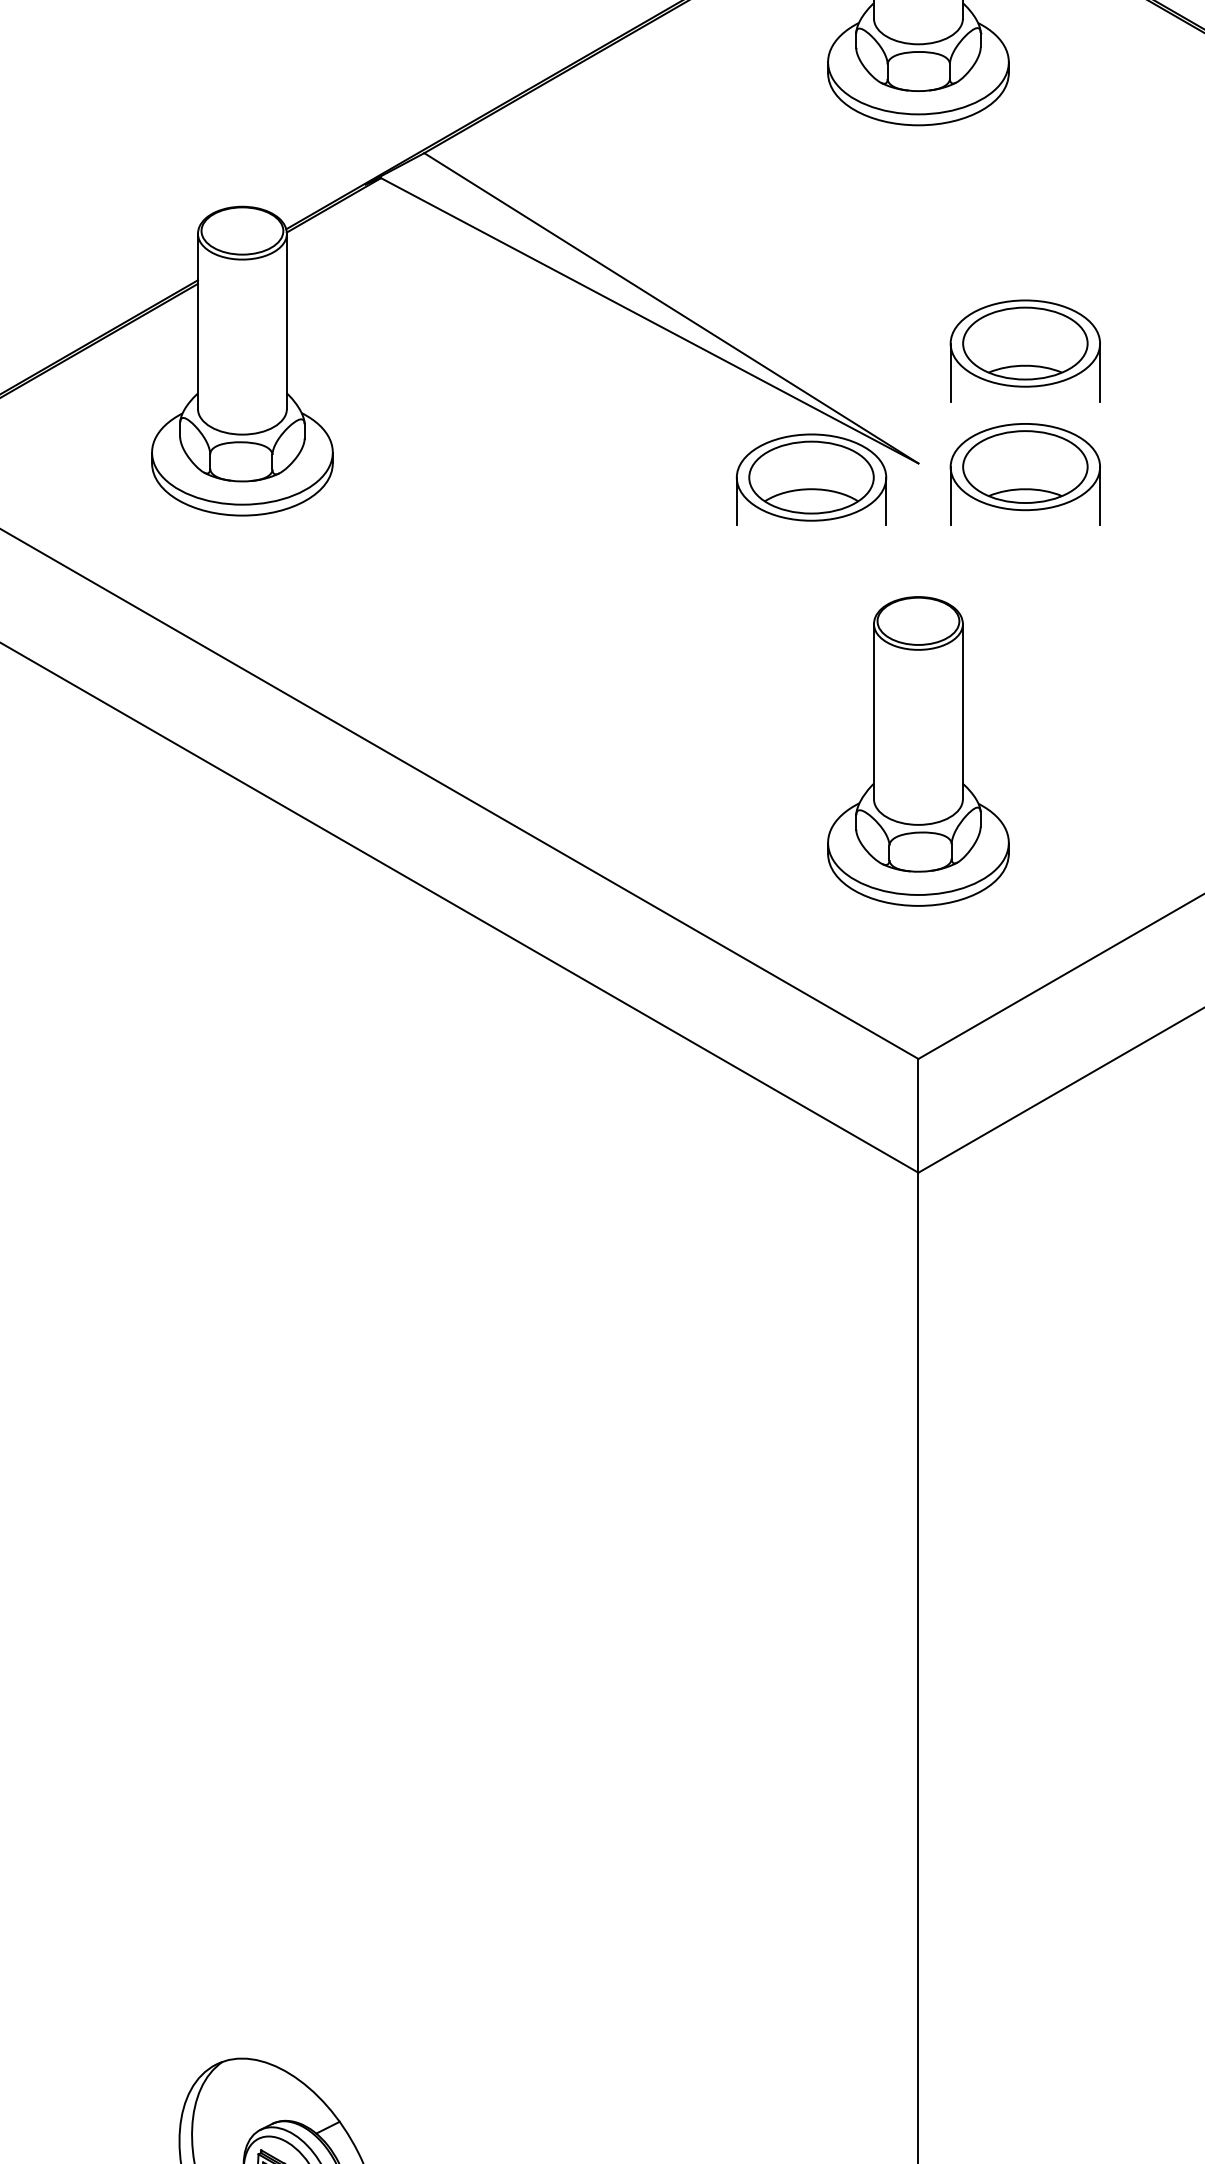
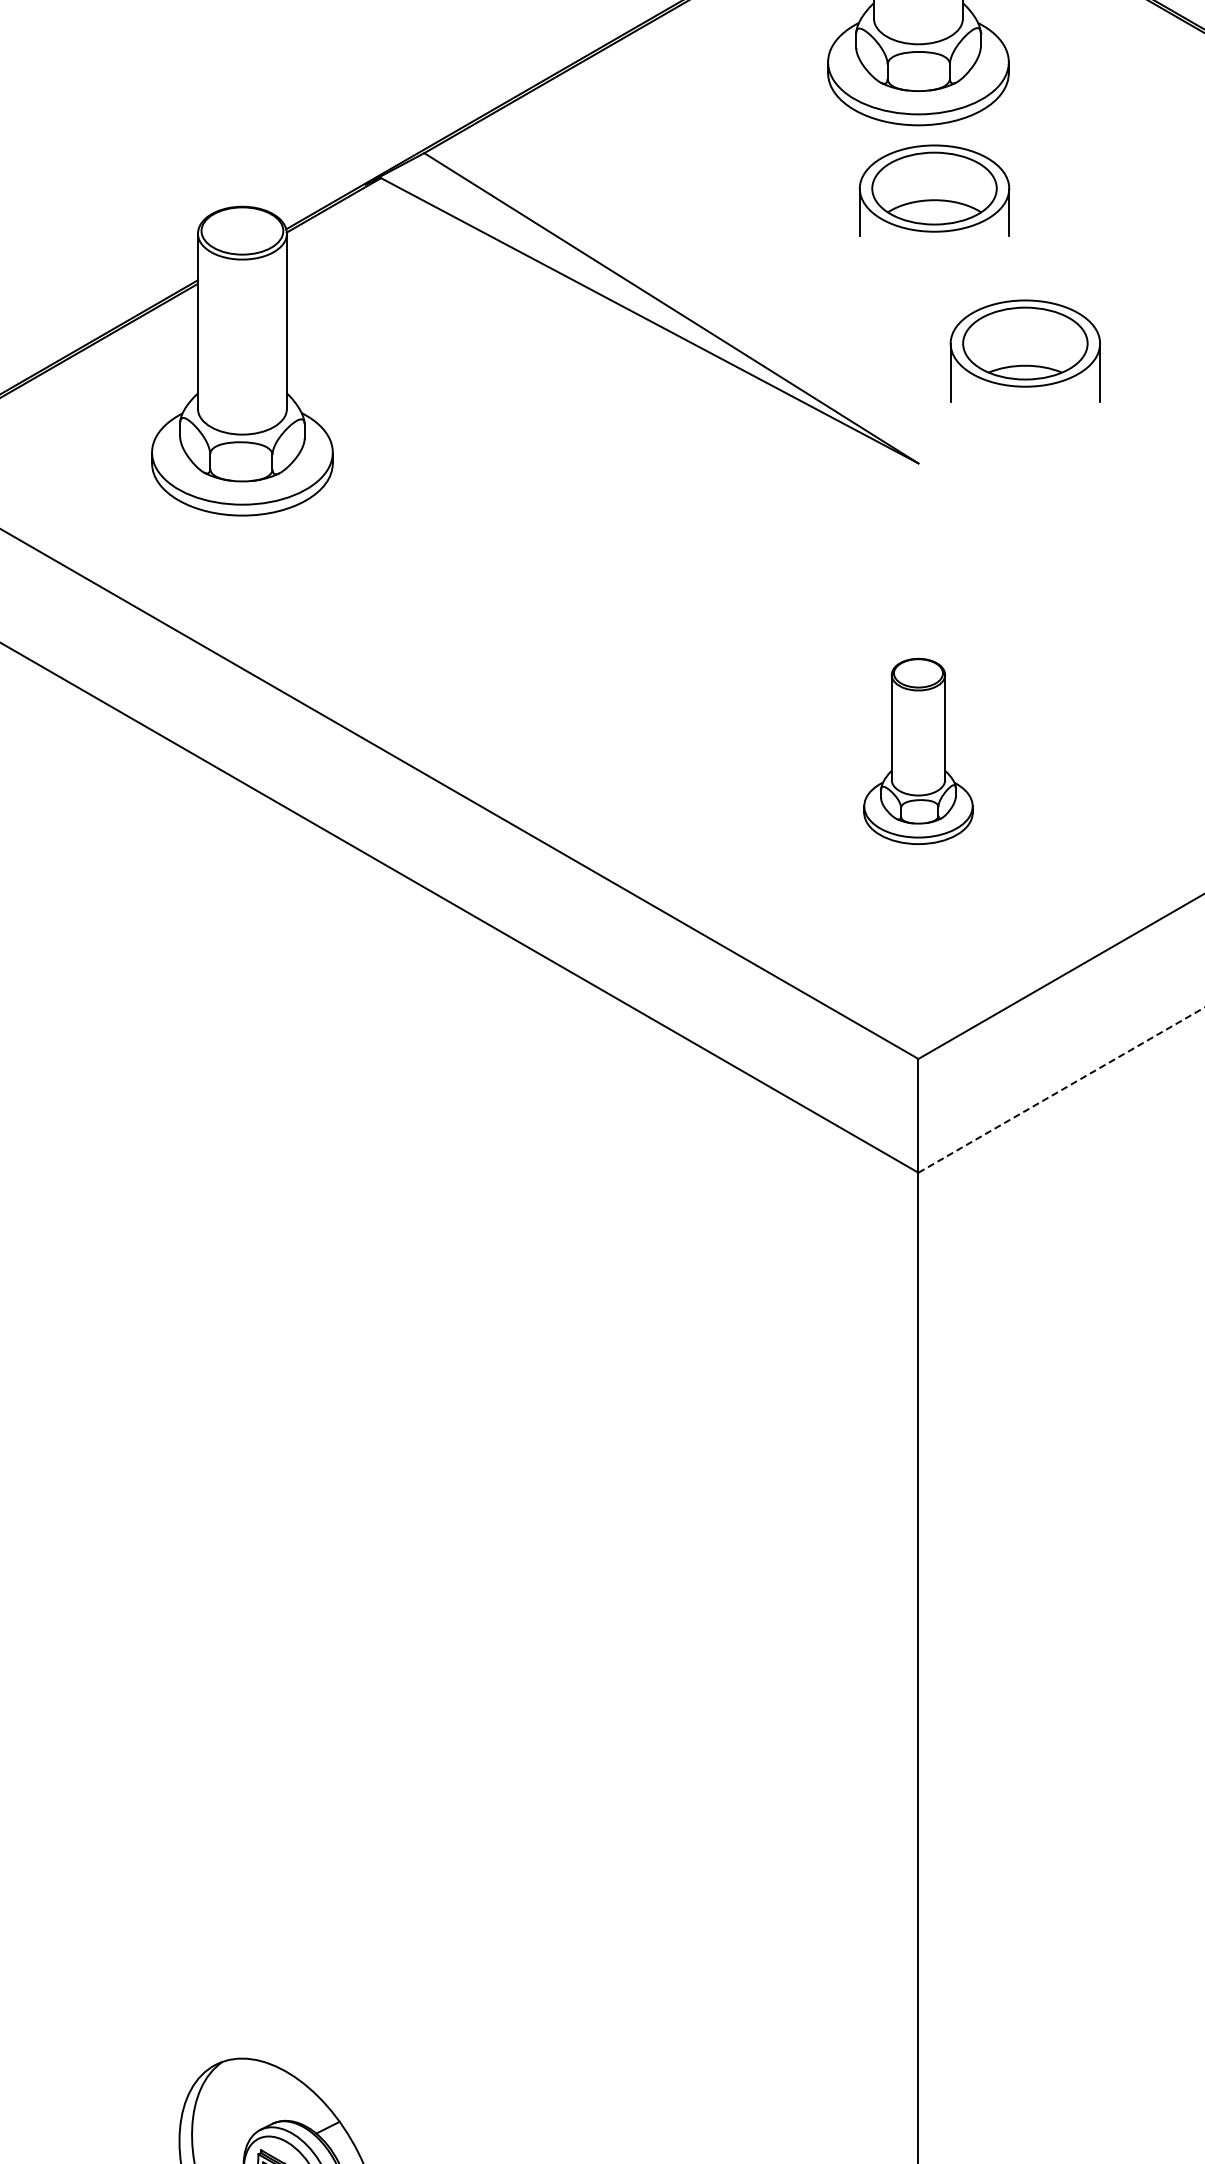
part at (1024, 474): present -> none
part at (811, 479) position: (811, 479) -> (934, 190)
part at (918, 751) size: 183x311 px -> 111x188 px
line at (1062, 1089): solid -> dashed
